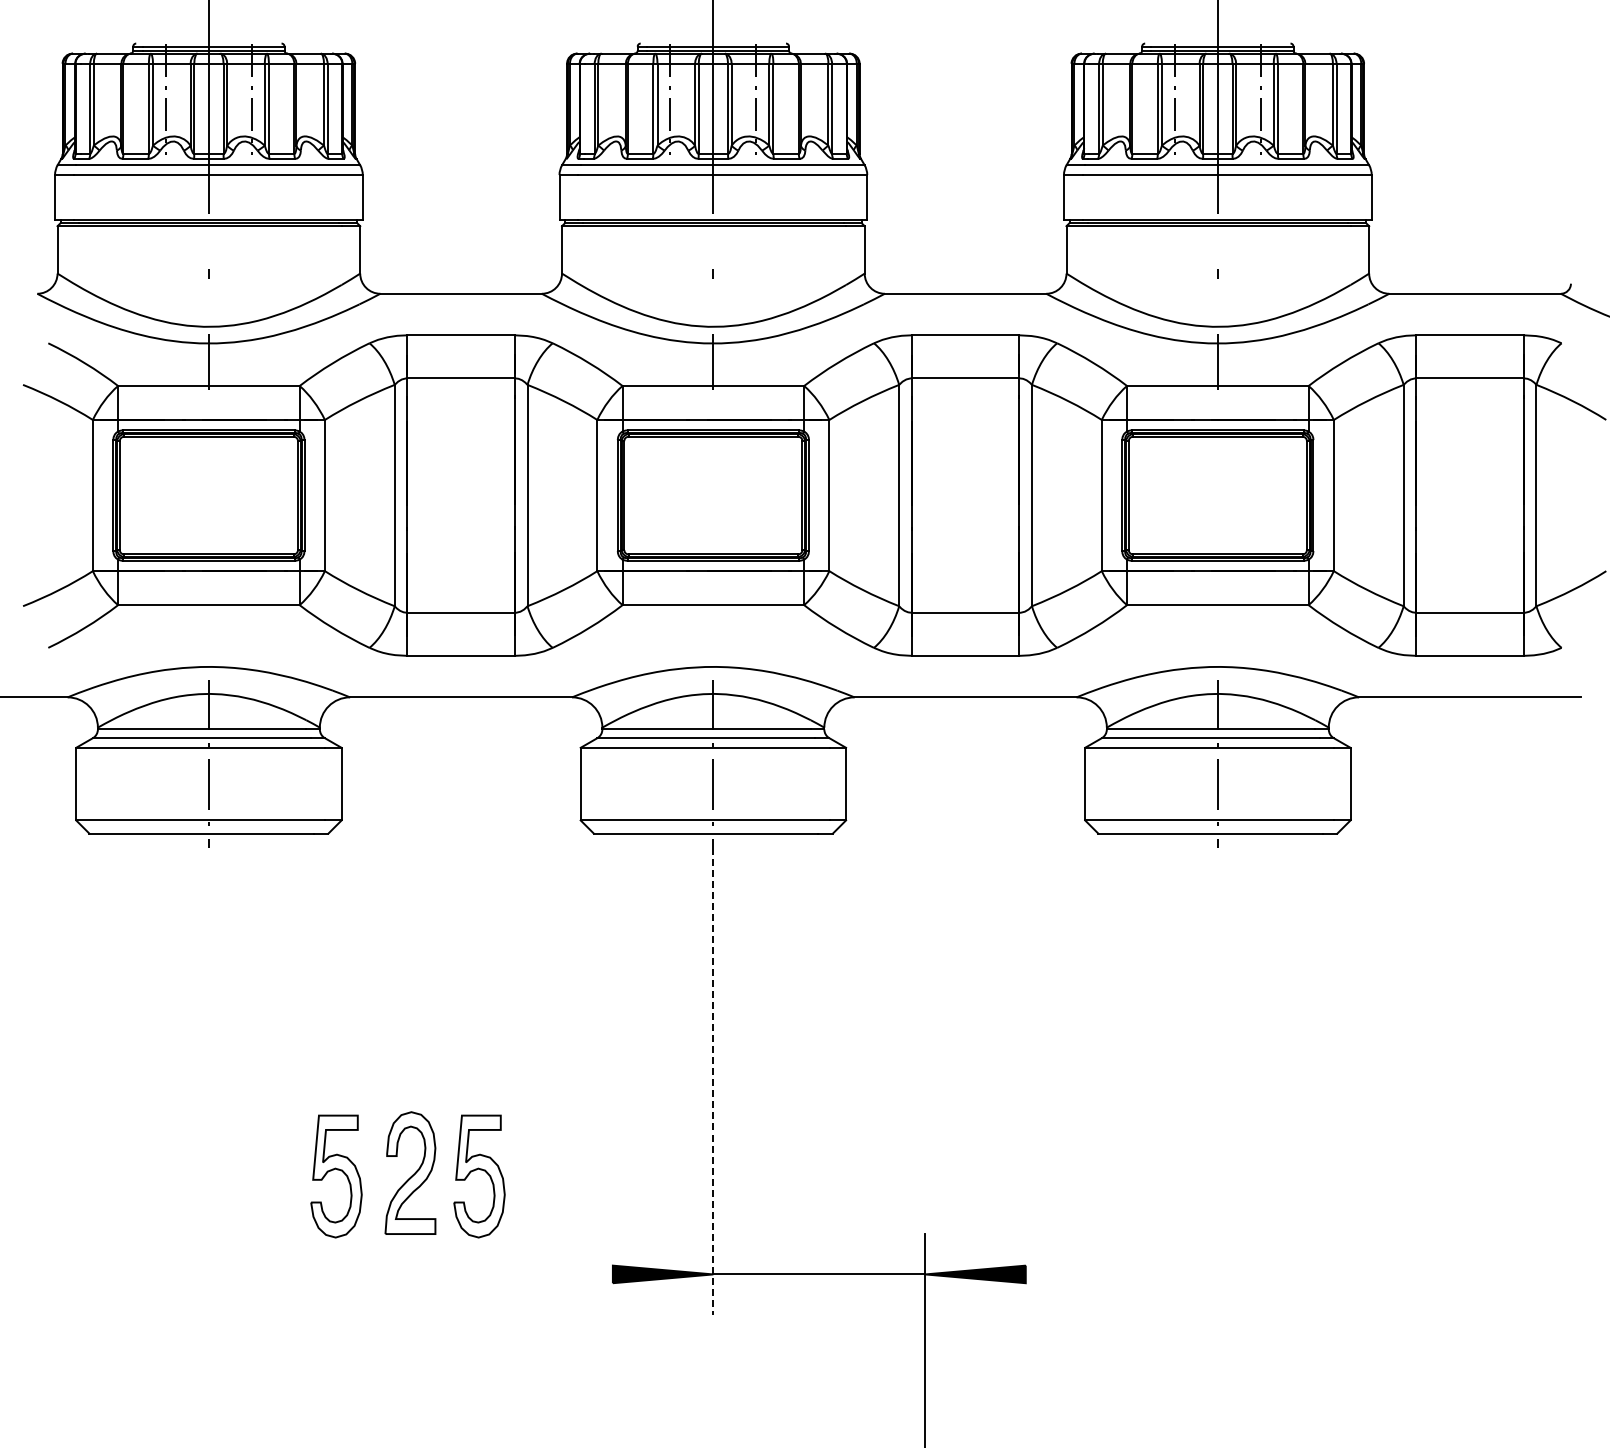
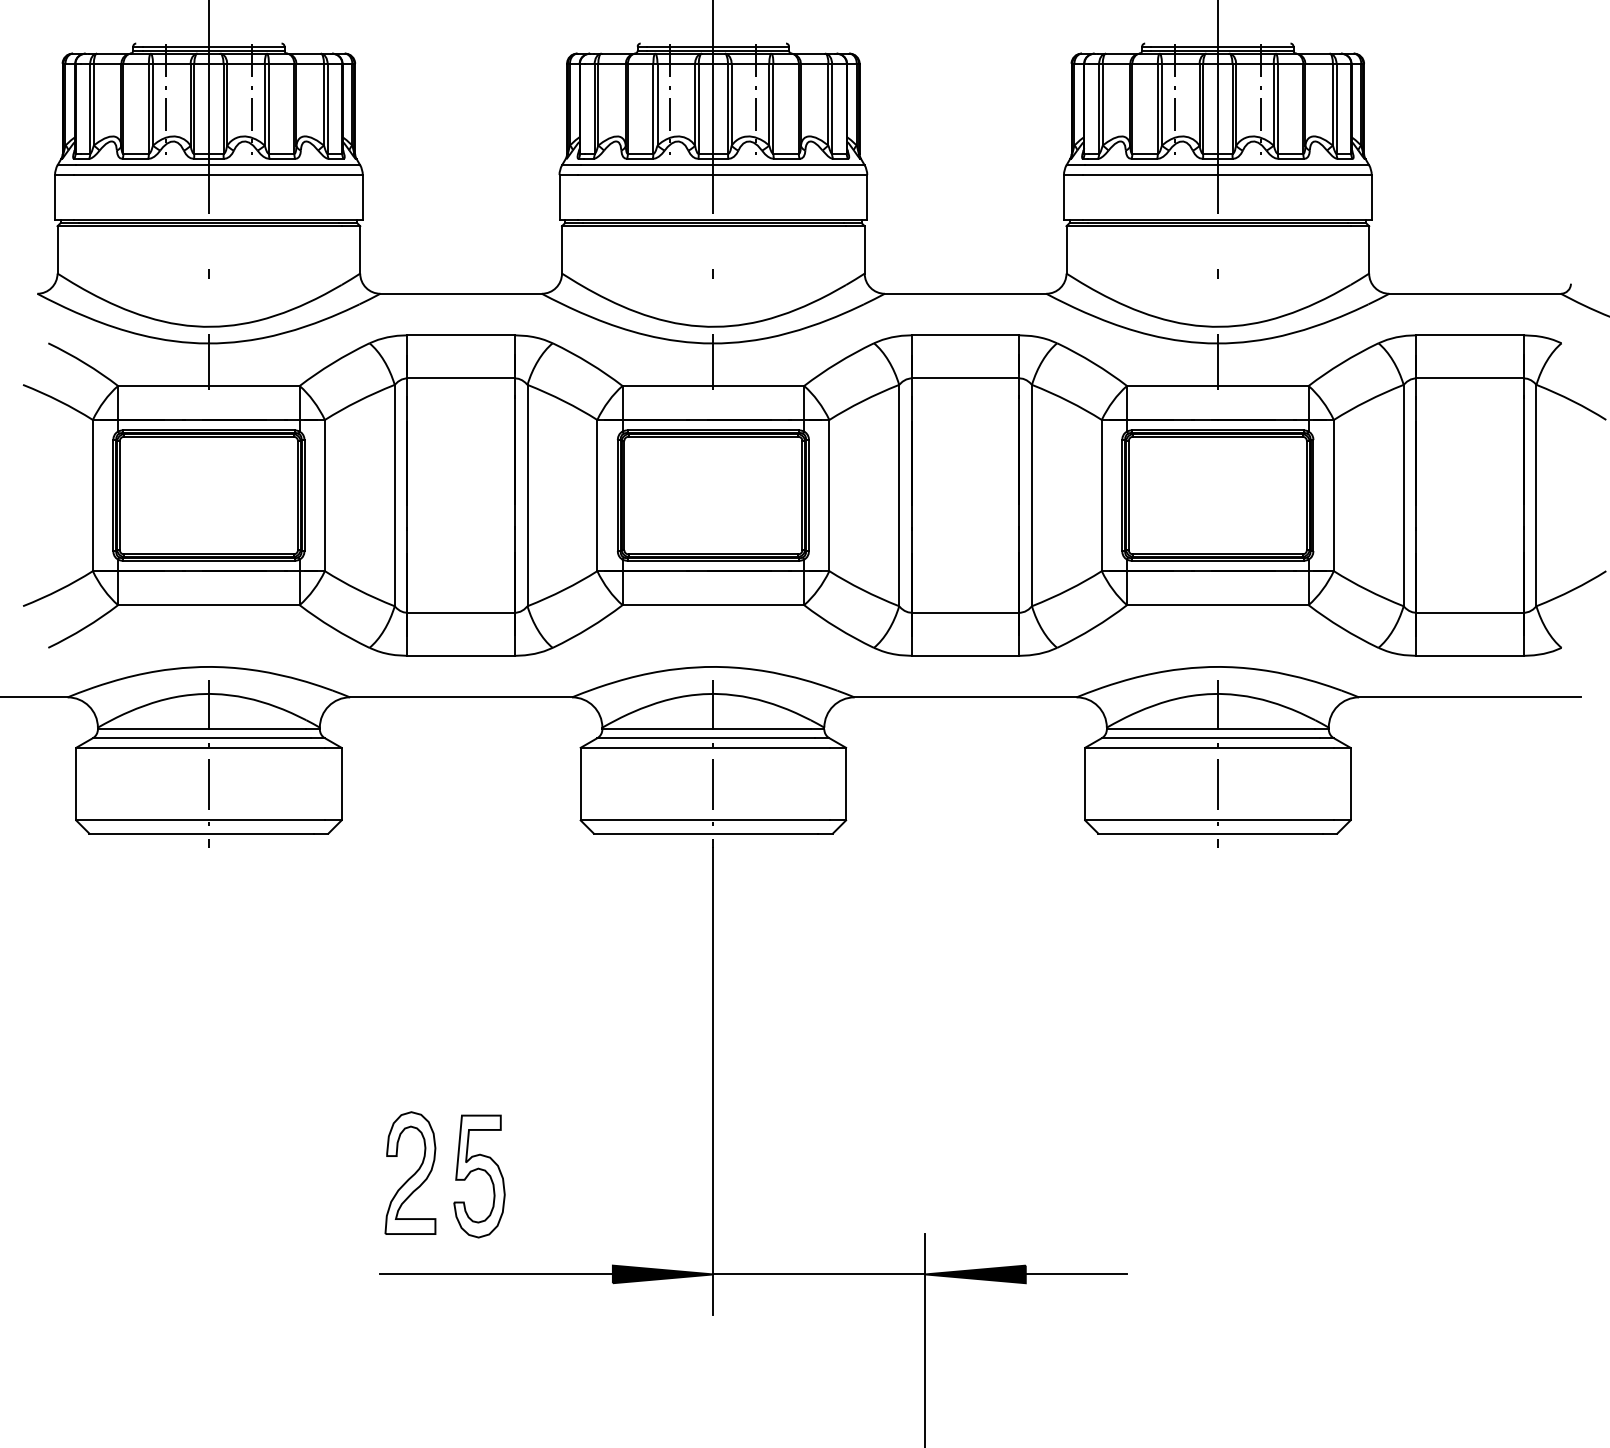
line at (713, 1081): dashed -> solid
part at (337, 1170): present -> none
line at (495, 1274): none -> present
line at (1076, 1274): none -> present
